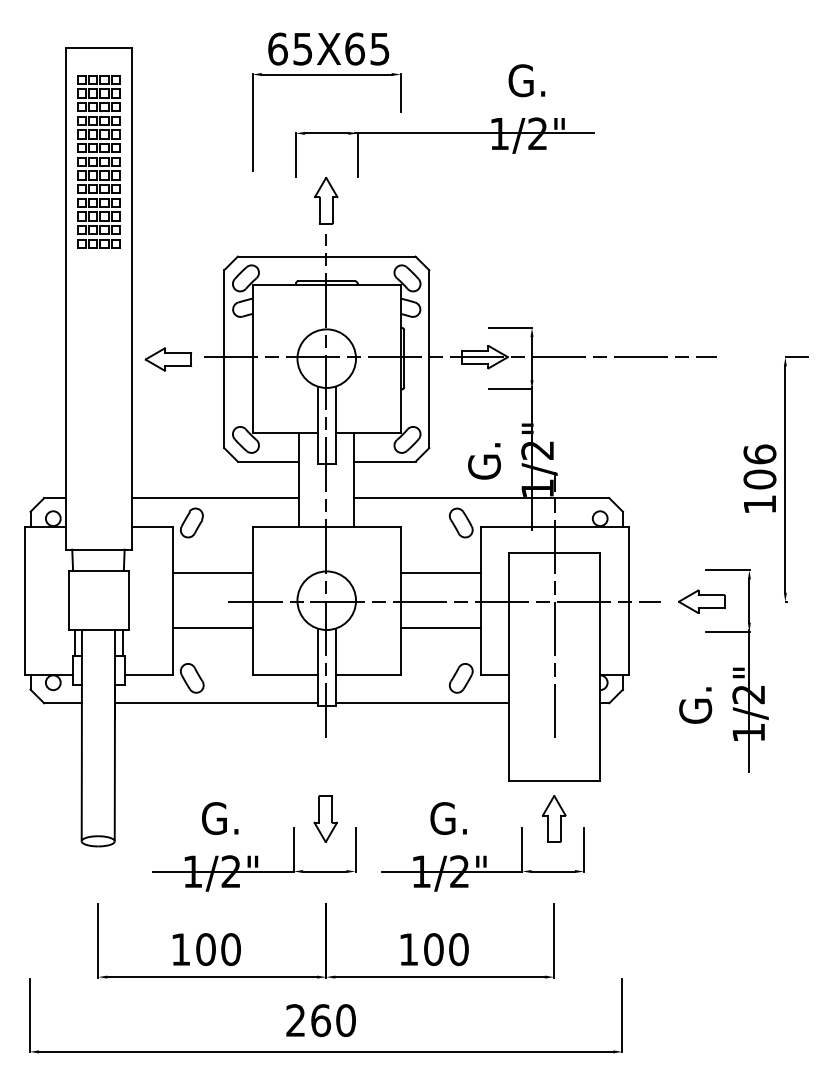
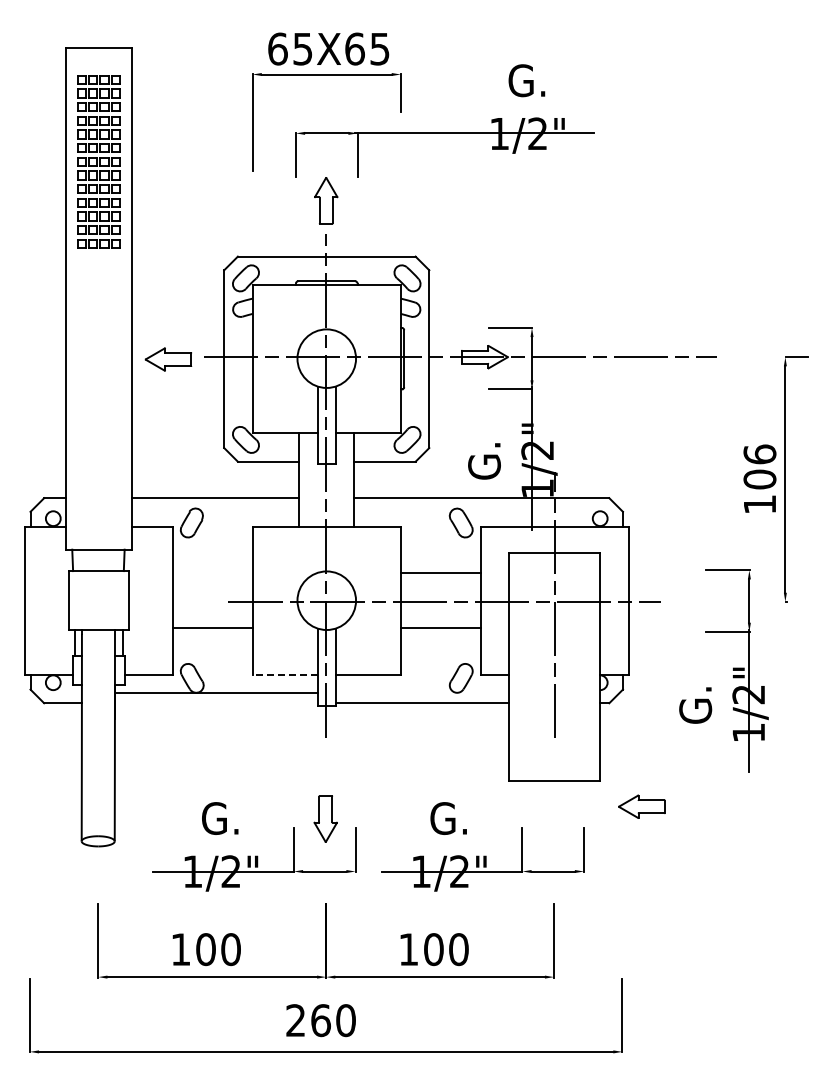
line at (212, 573): present -> none
part at (701, 601) position: (701, 601) -> (641, 806)
line at (285, 674): solid -> dashed
line at (216, 703) position: (216, 703) -> (216, 693)
part at (554, 818): present -> none
